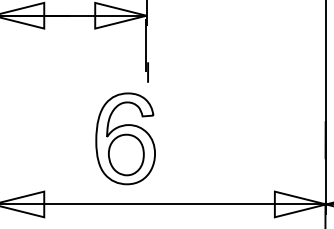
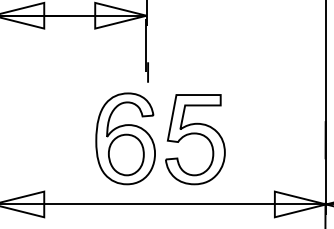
part at (195, 139): none -> present
